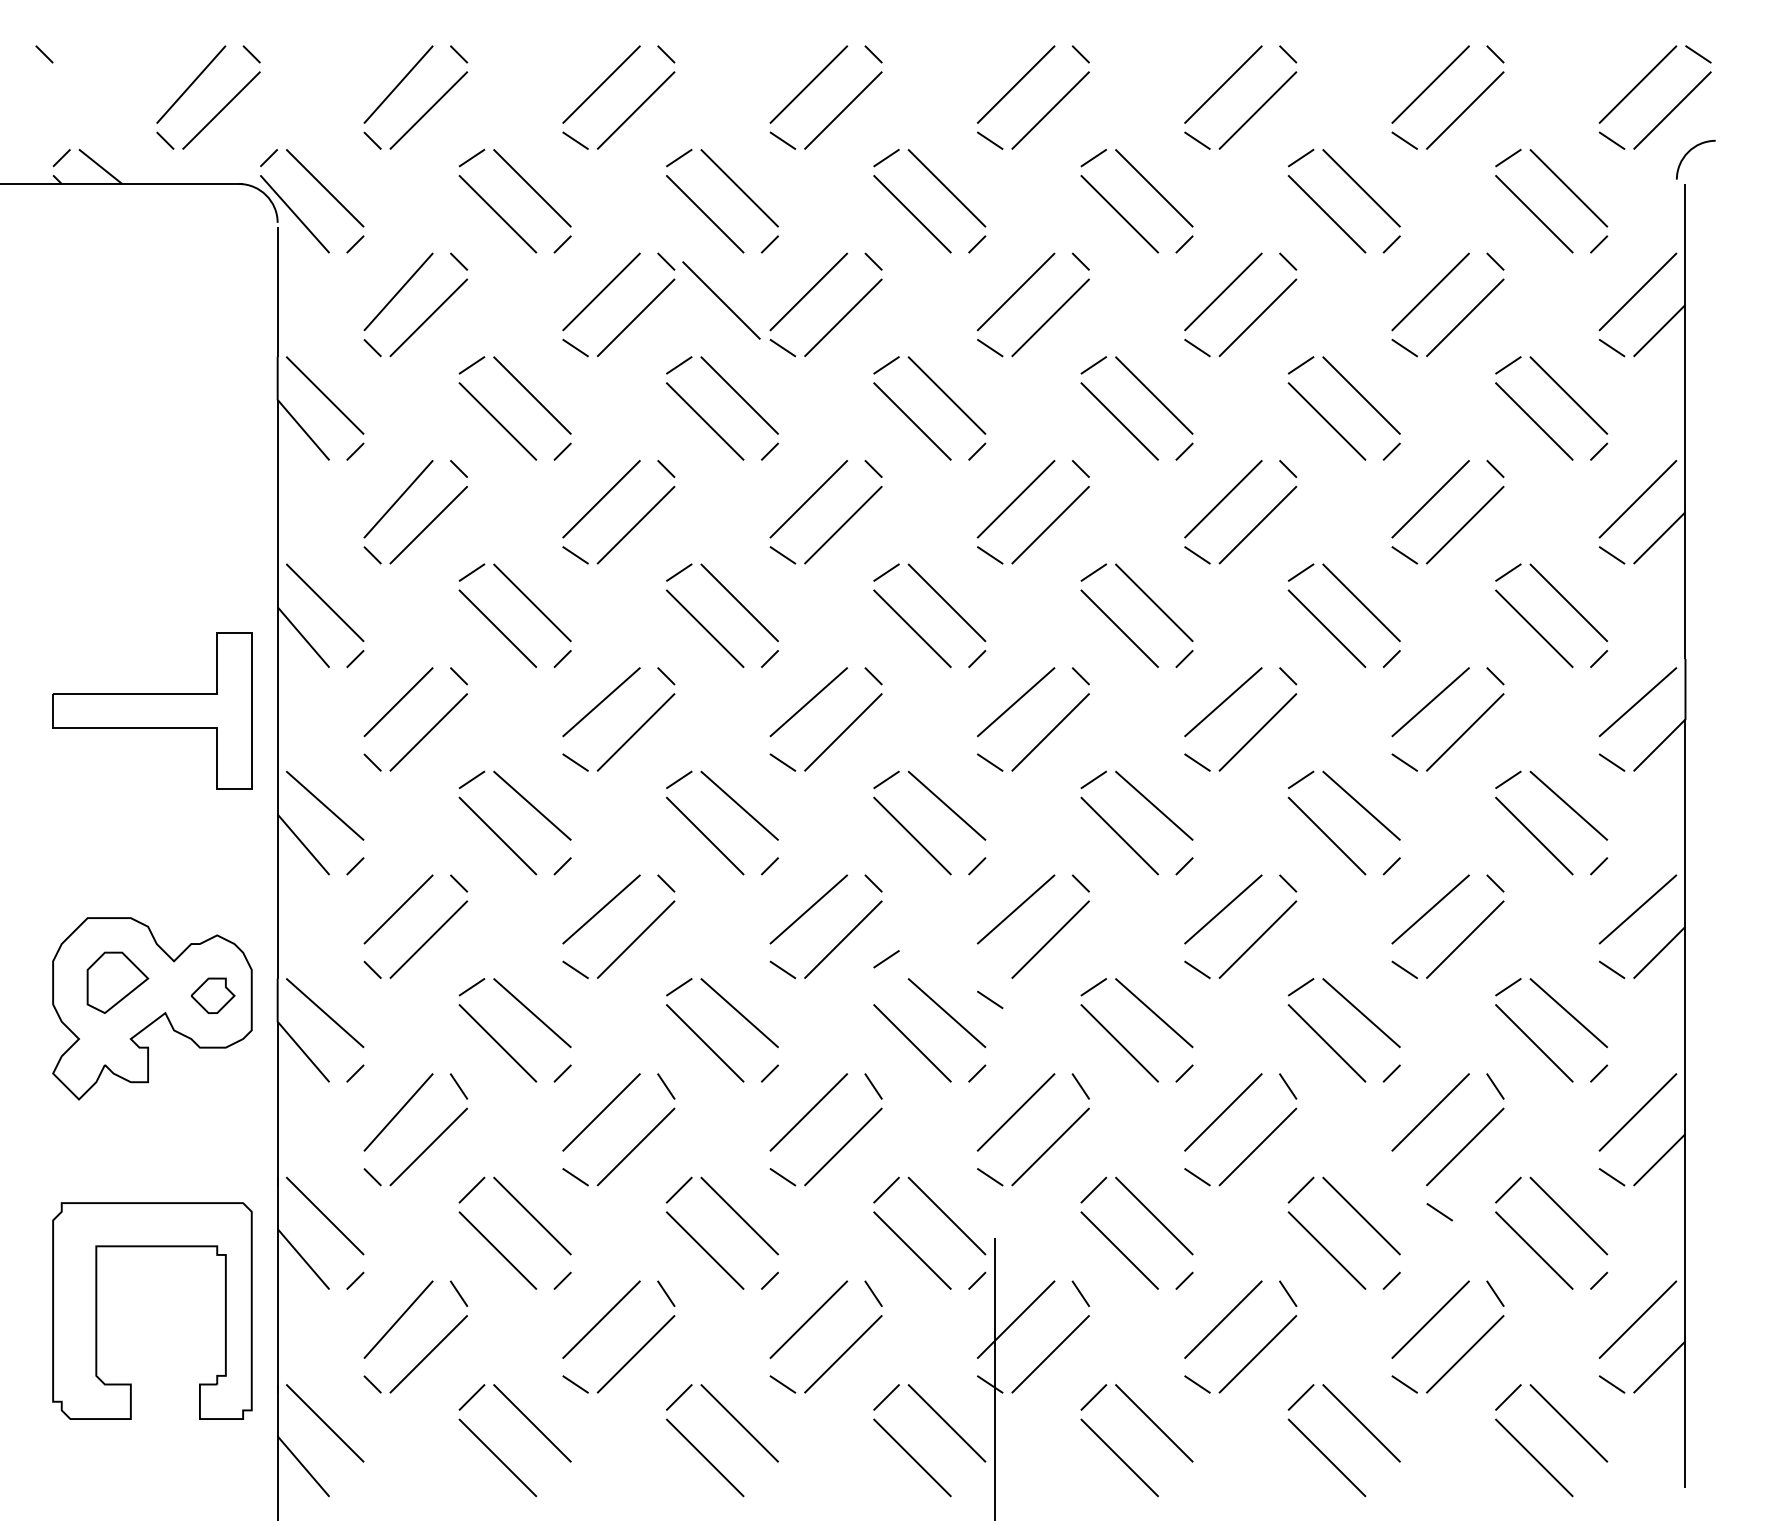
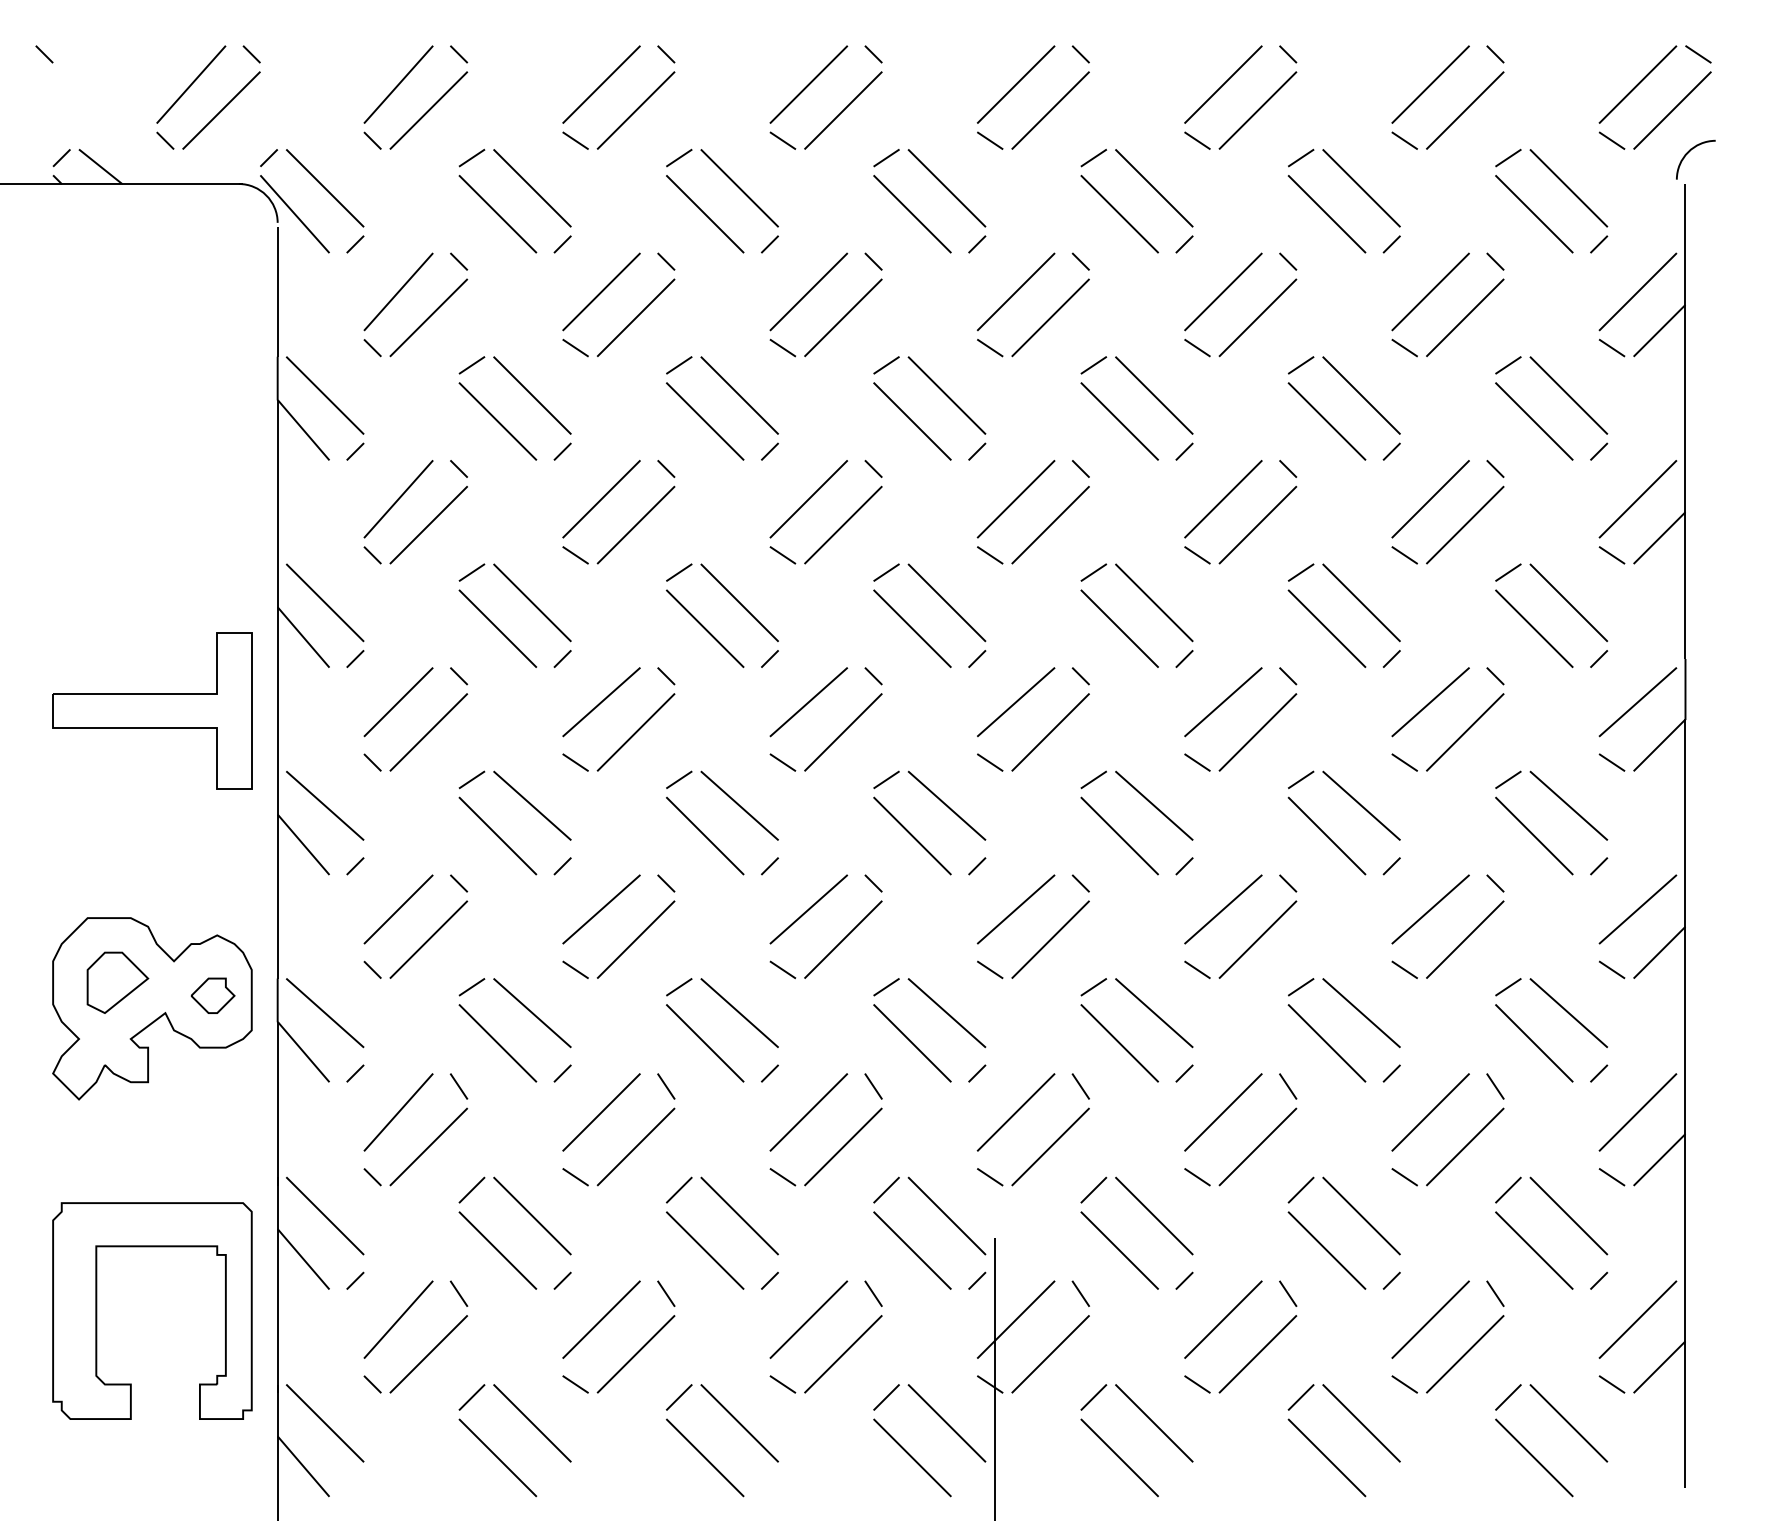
line at (721, 300): present -> none
line at (886, 959) position: (886, 959) -> (886, 987)
line at (990, 999) position: (990, 999) -> (990, 969)
line at (1439, 1212) position: (1439, 1212) -> (1404, 1177)
